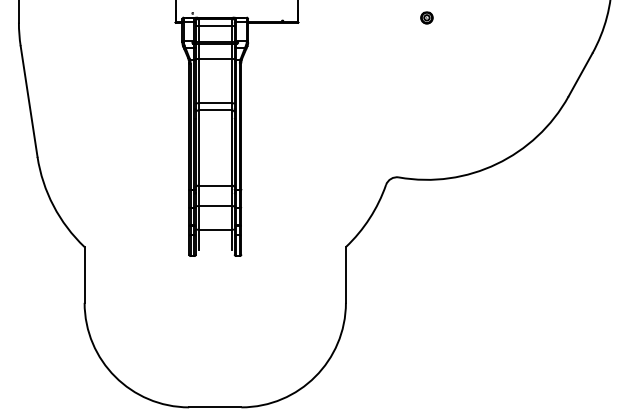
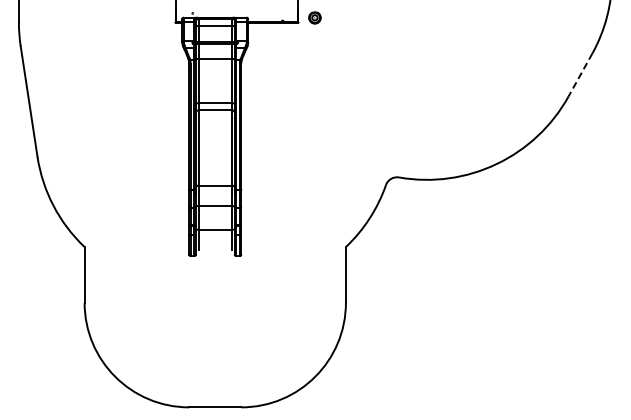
part at (426, 17) position: (426, 17) -> (314, 17)
line at (580, 74): solid -> dashed
